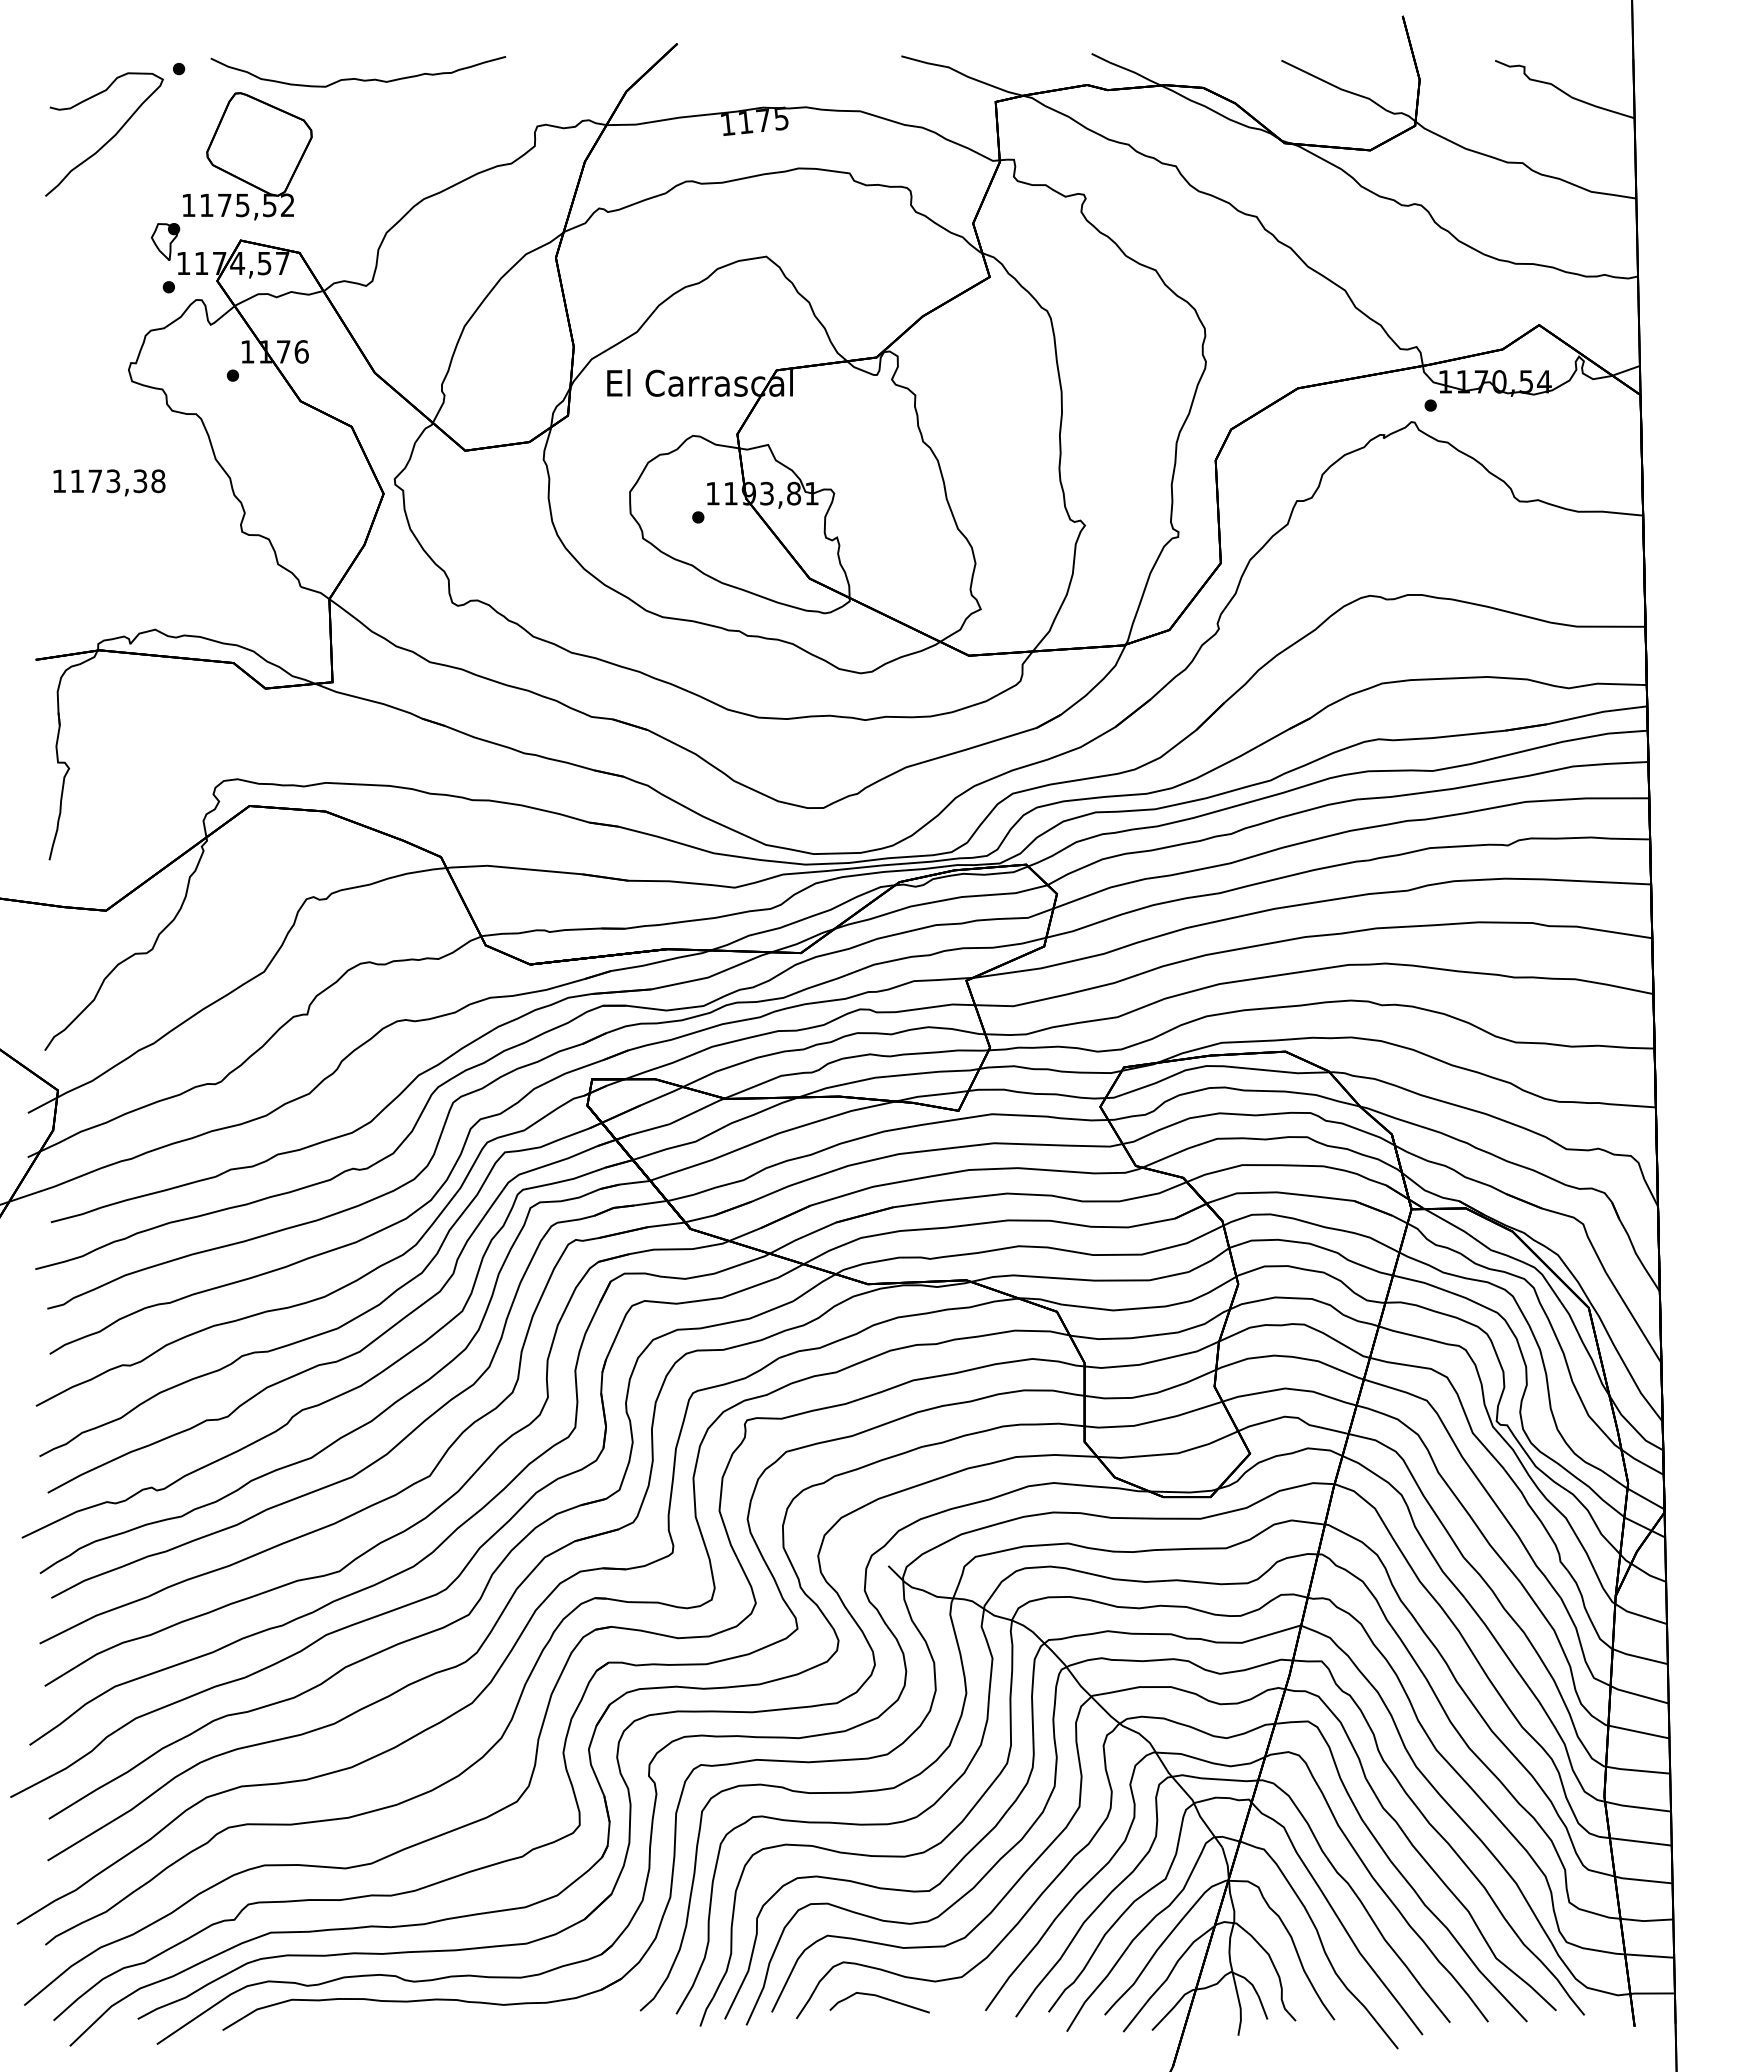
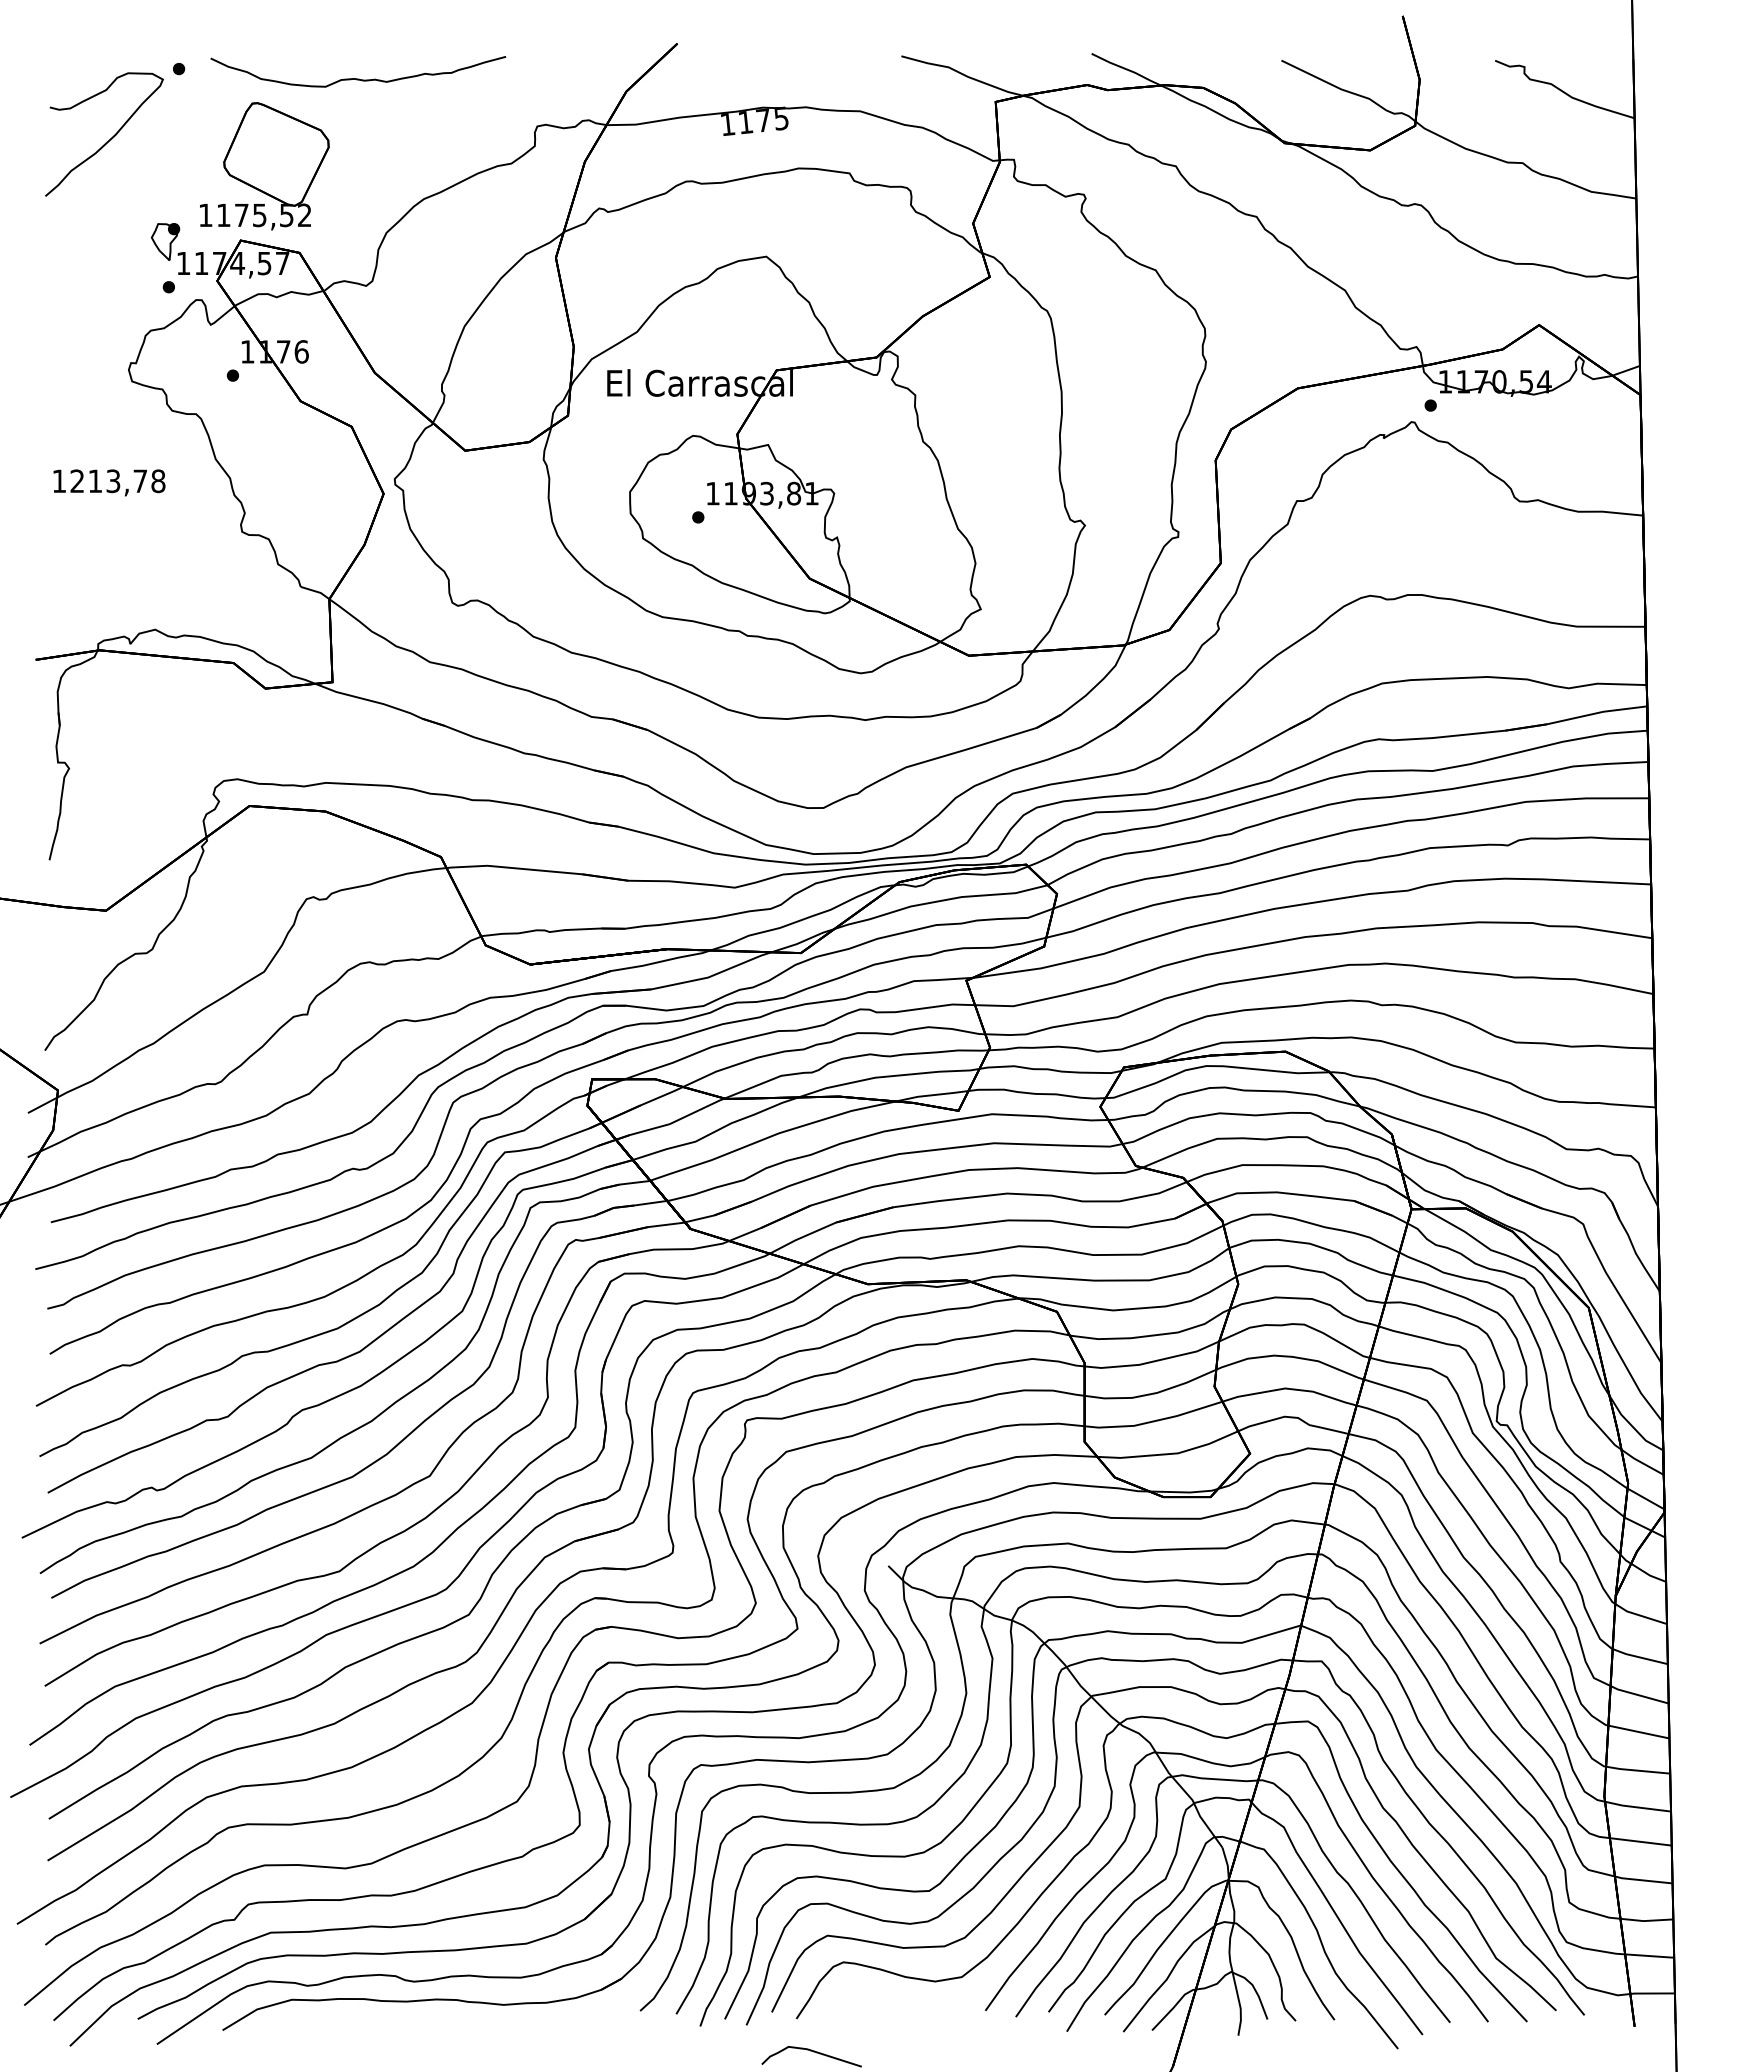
part at (247, 156) position: (247, 156) -> (264, 166)
text at (108, 481): 1173,38 -> 1213,78
curve at (881, 1998) position: (881, 1998) -> (813, 2052)
